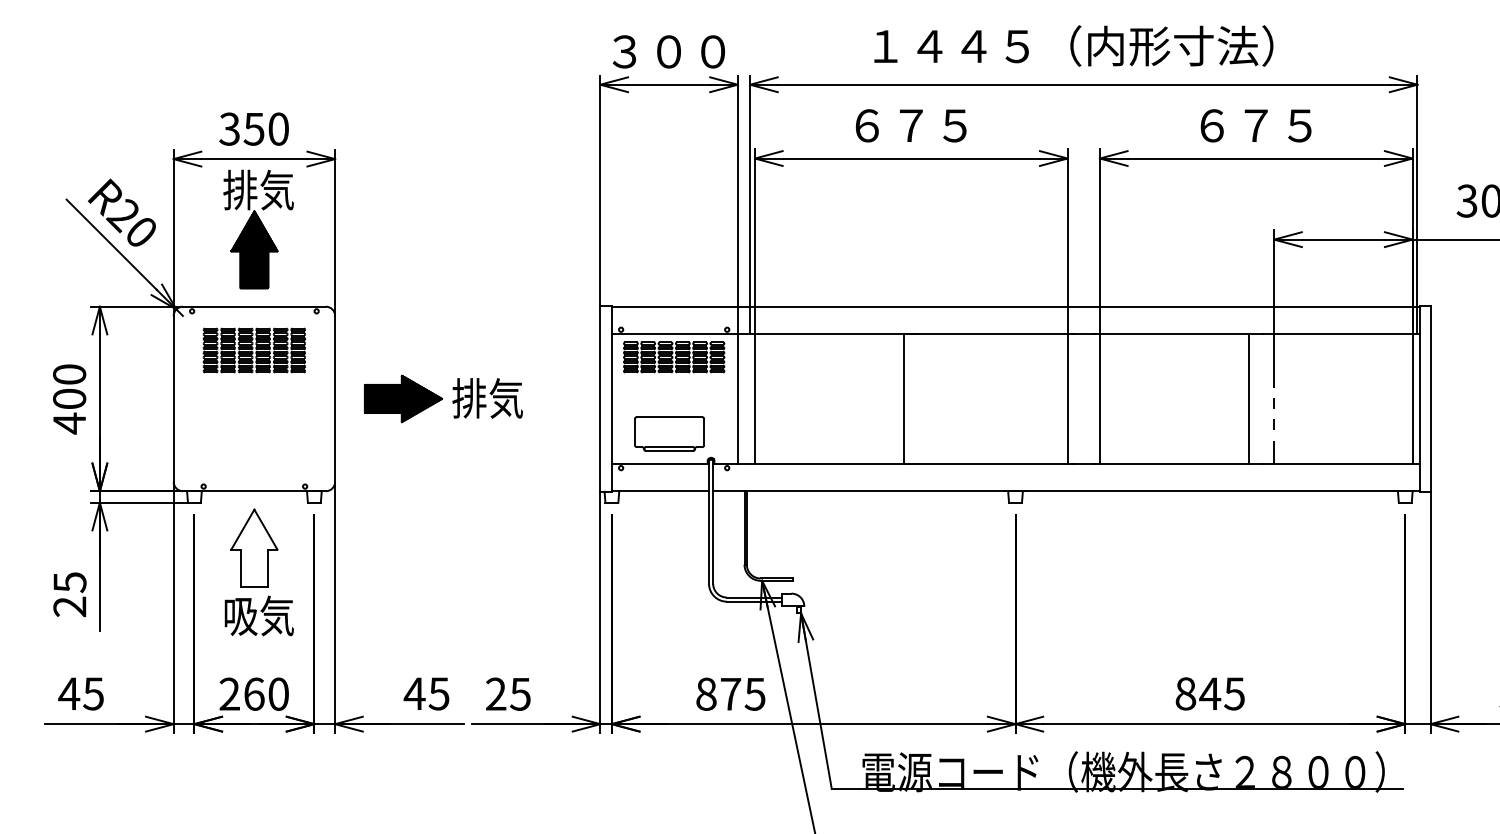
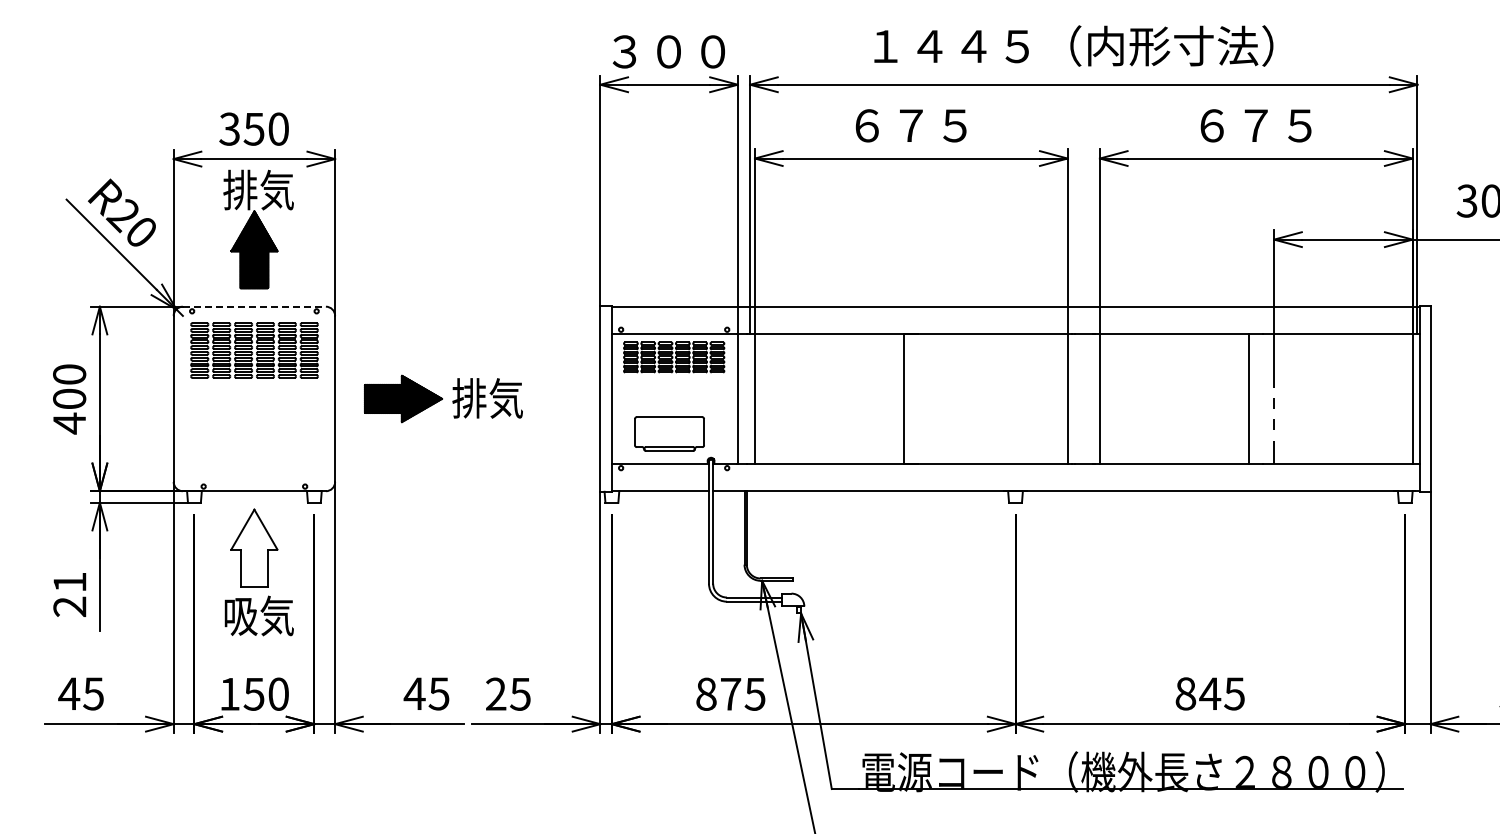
line at (254, 306): solid -> dashed
part at (253, 350) size: 104x47 px -> 129x57 px
text at (69, 582): 25 -> 21
text at (241, 693): 260 -> 150
